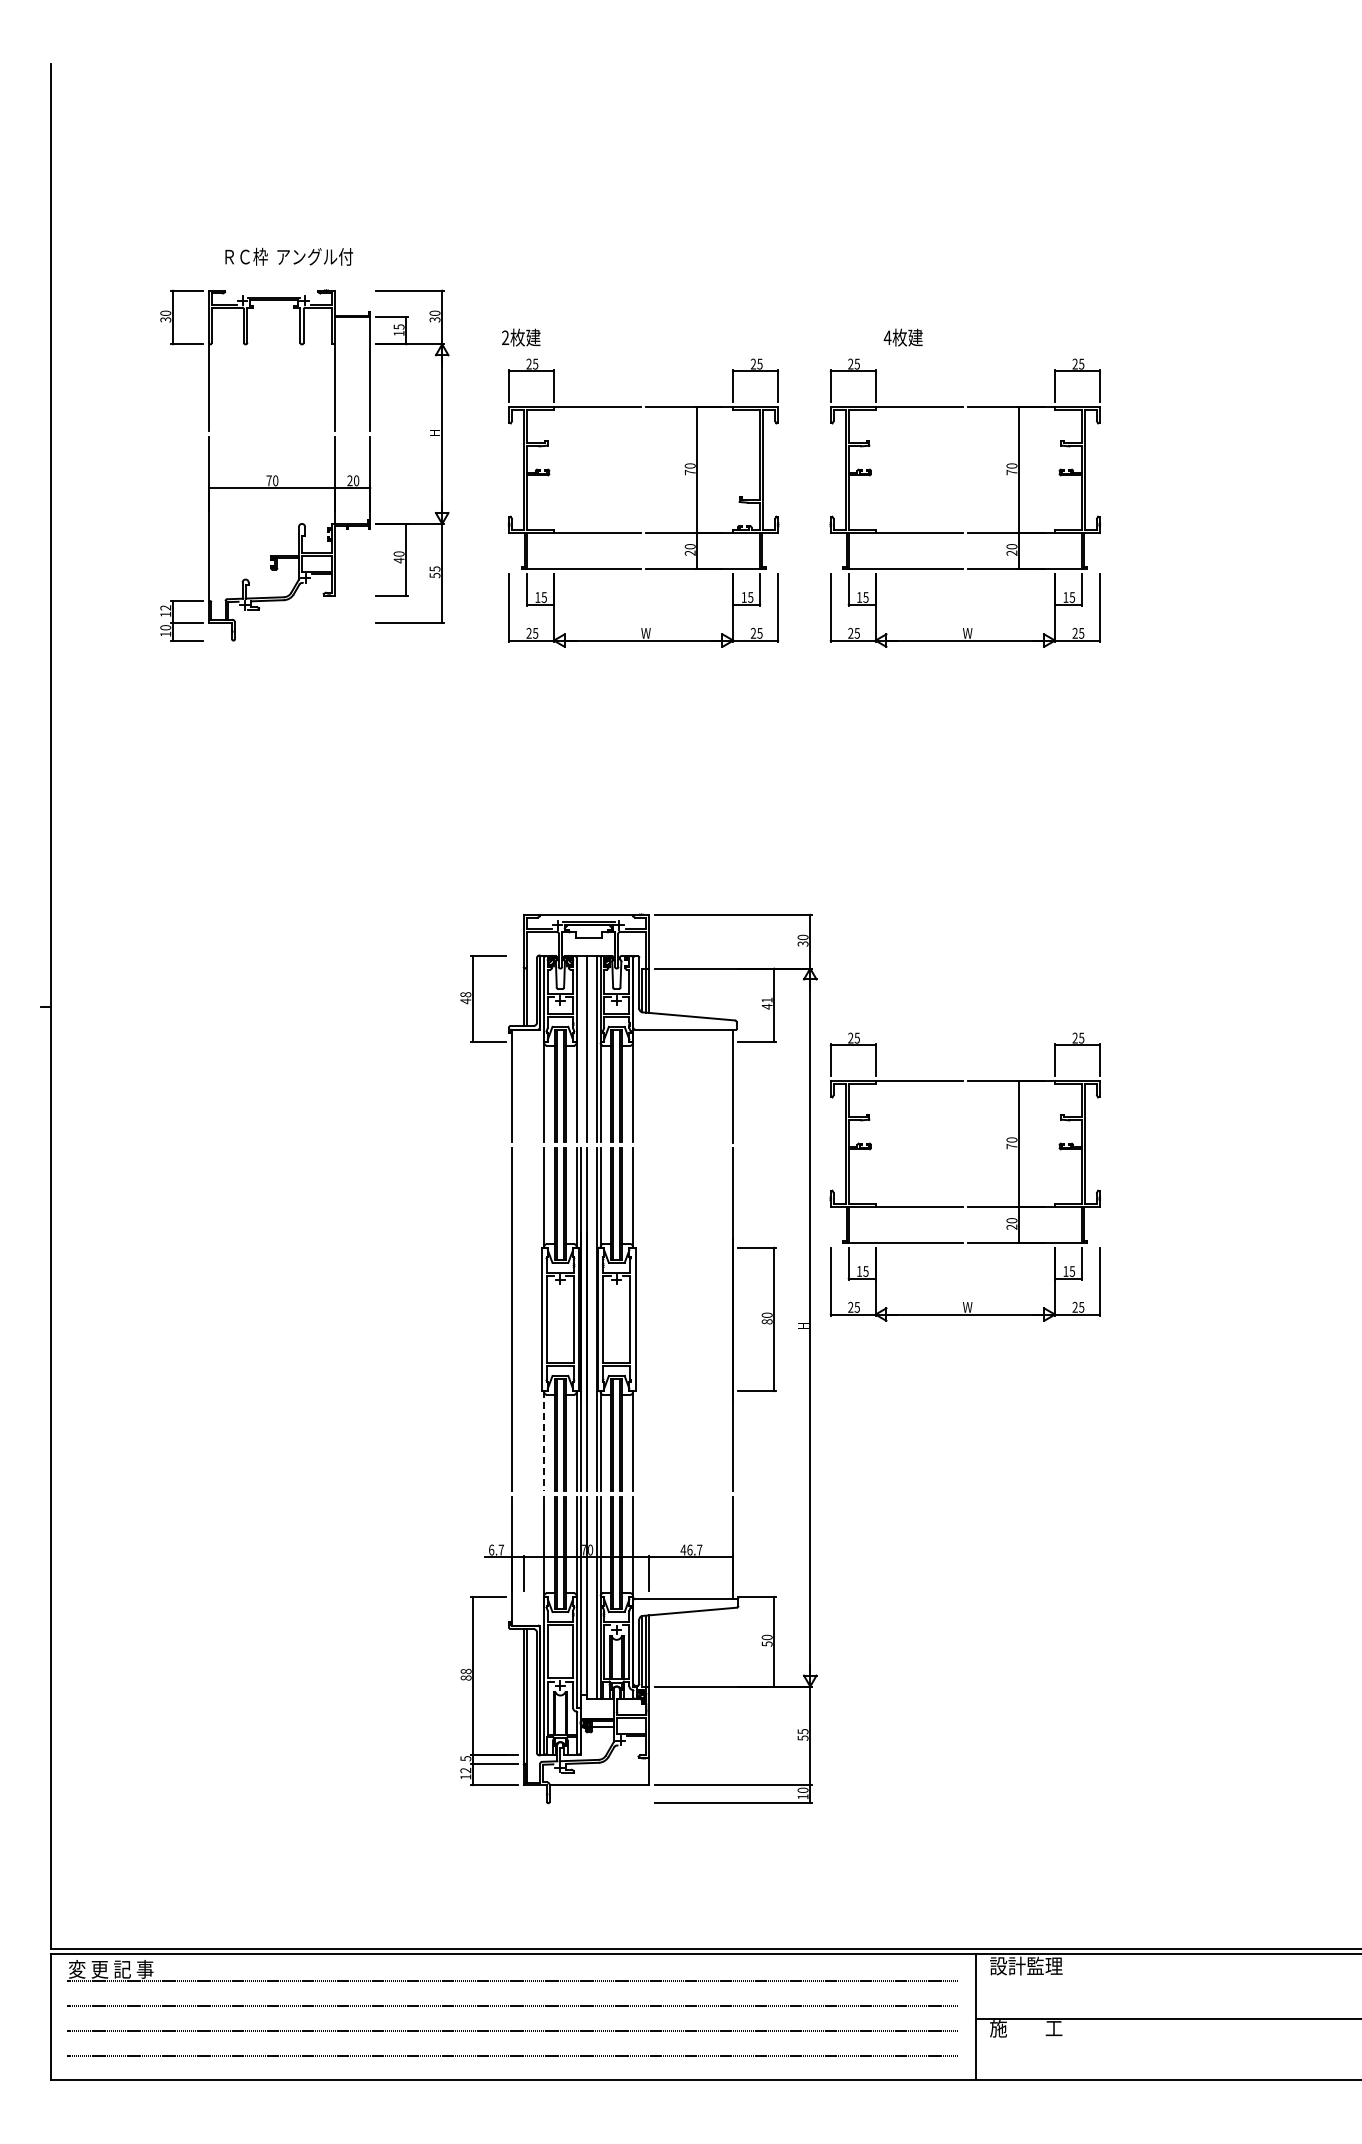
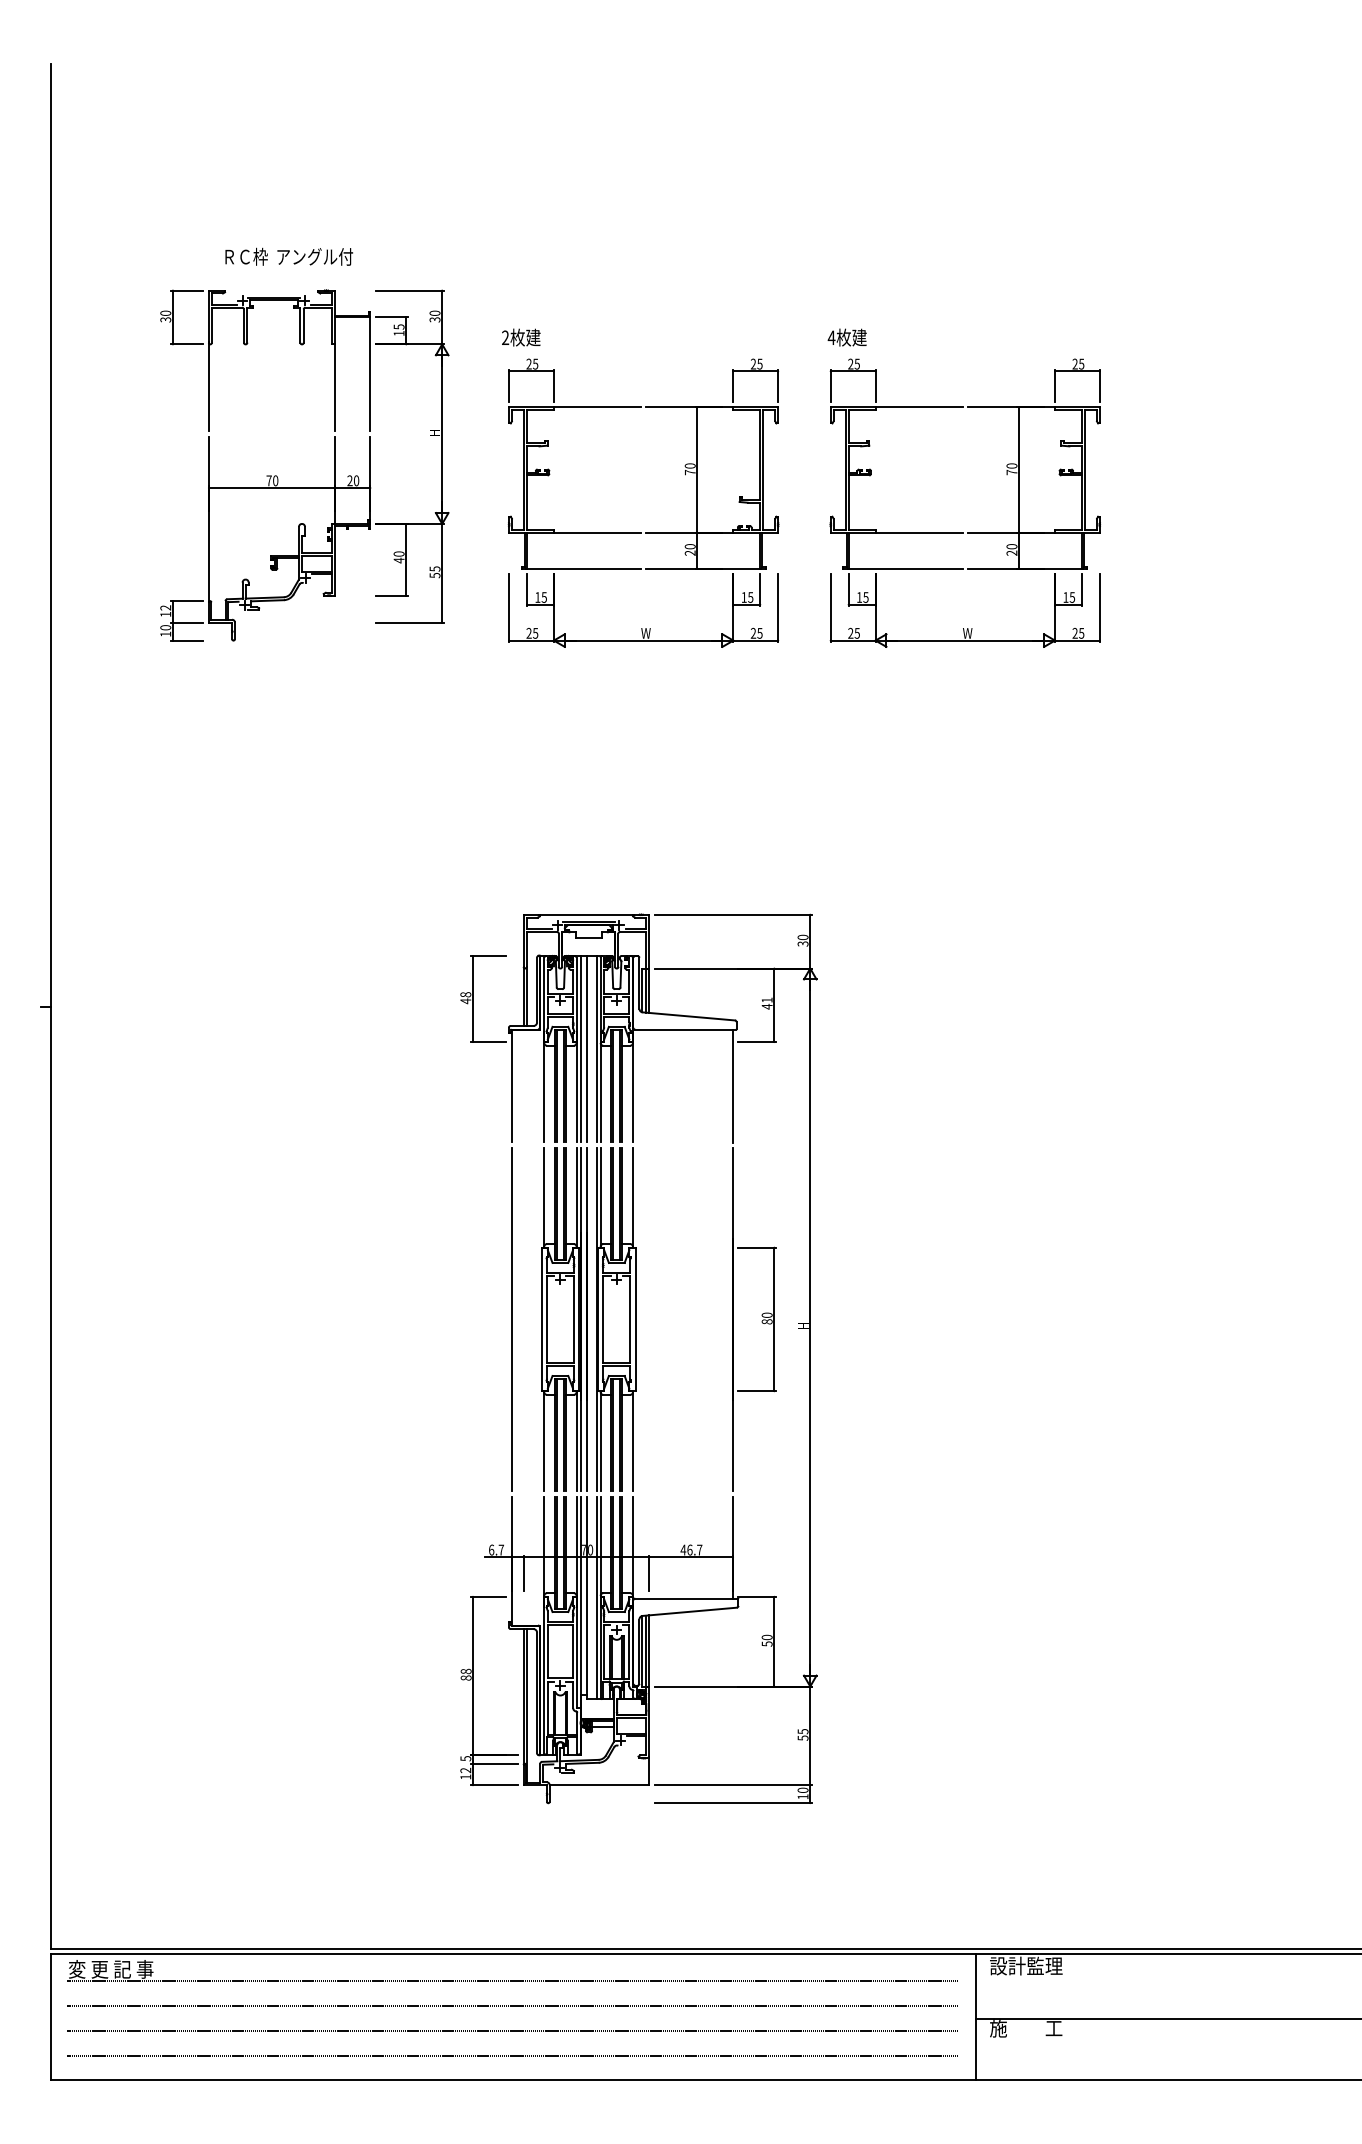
text at (902, 337) position: (902, 337) -> (846, 337)
line at (580, 1048): none -> present
part at (963, 1206): present -> none
line at (544, 1441): dashed -> solid
